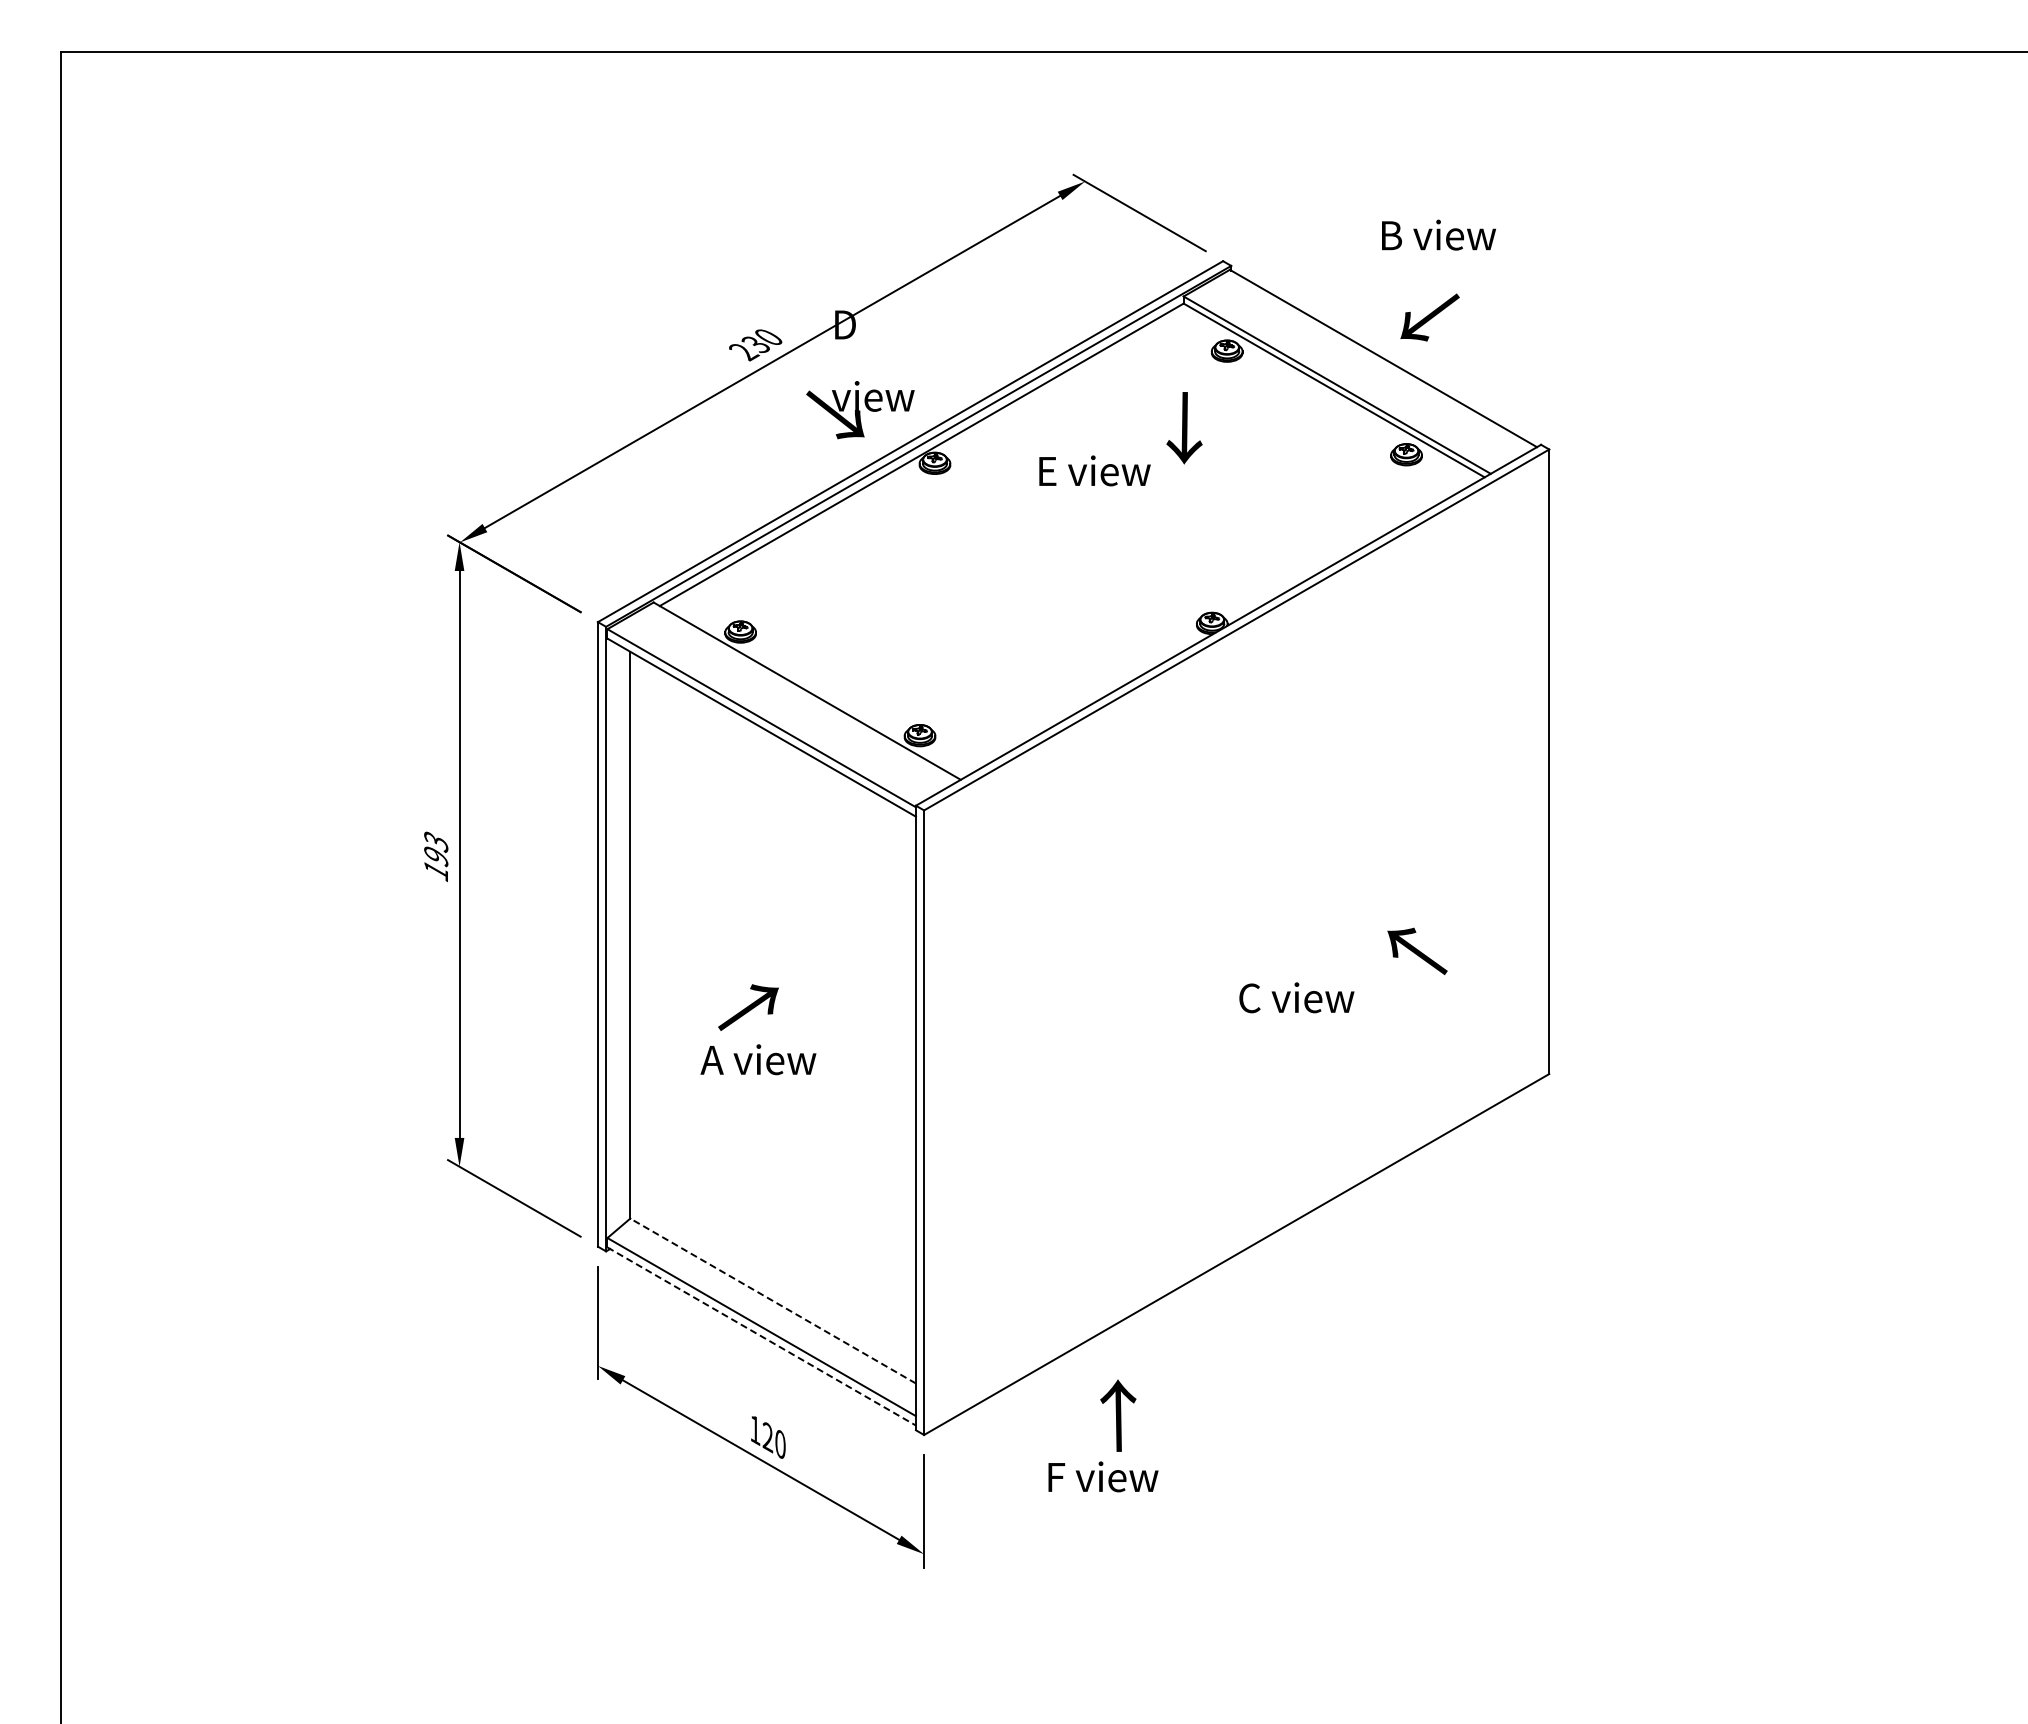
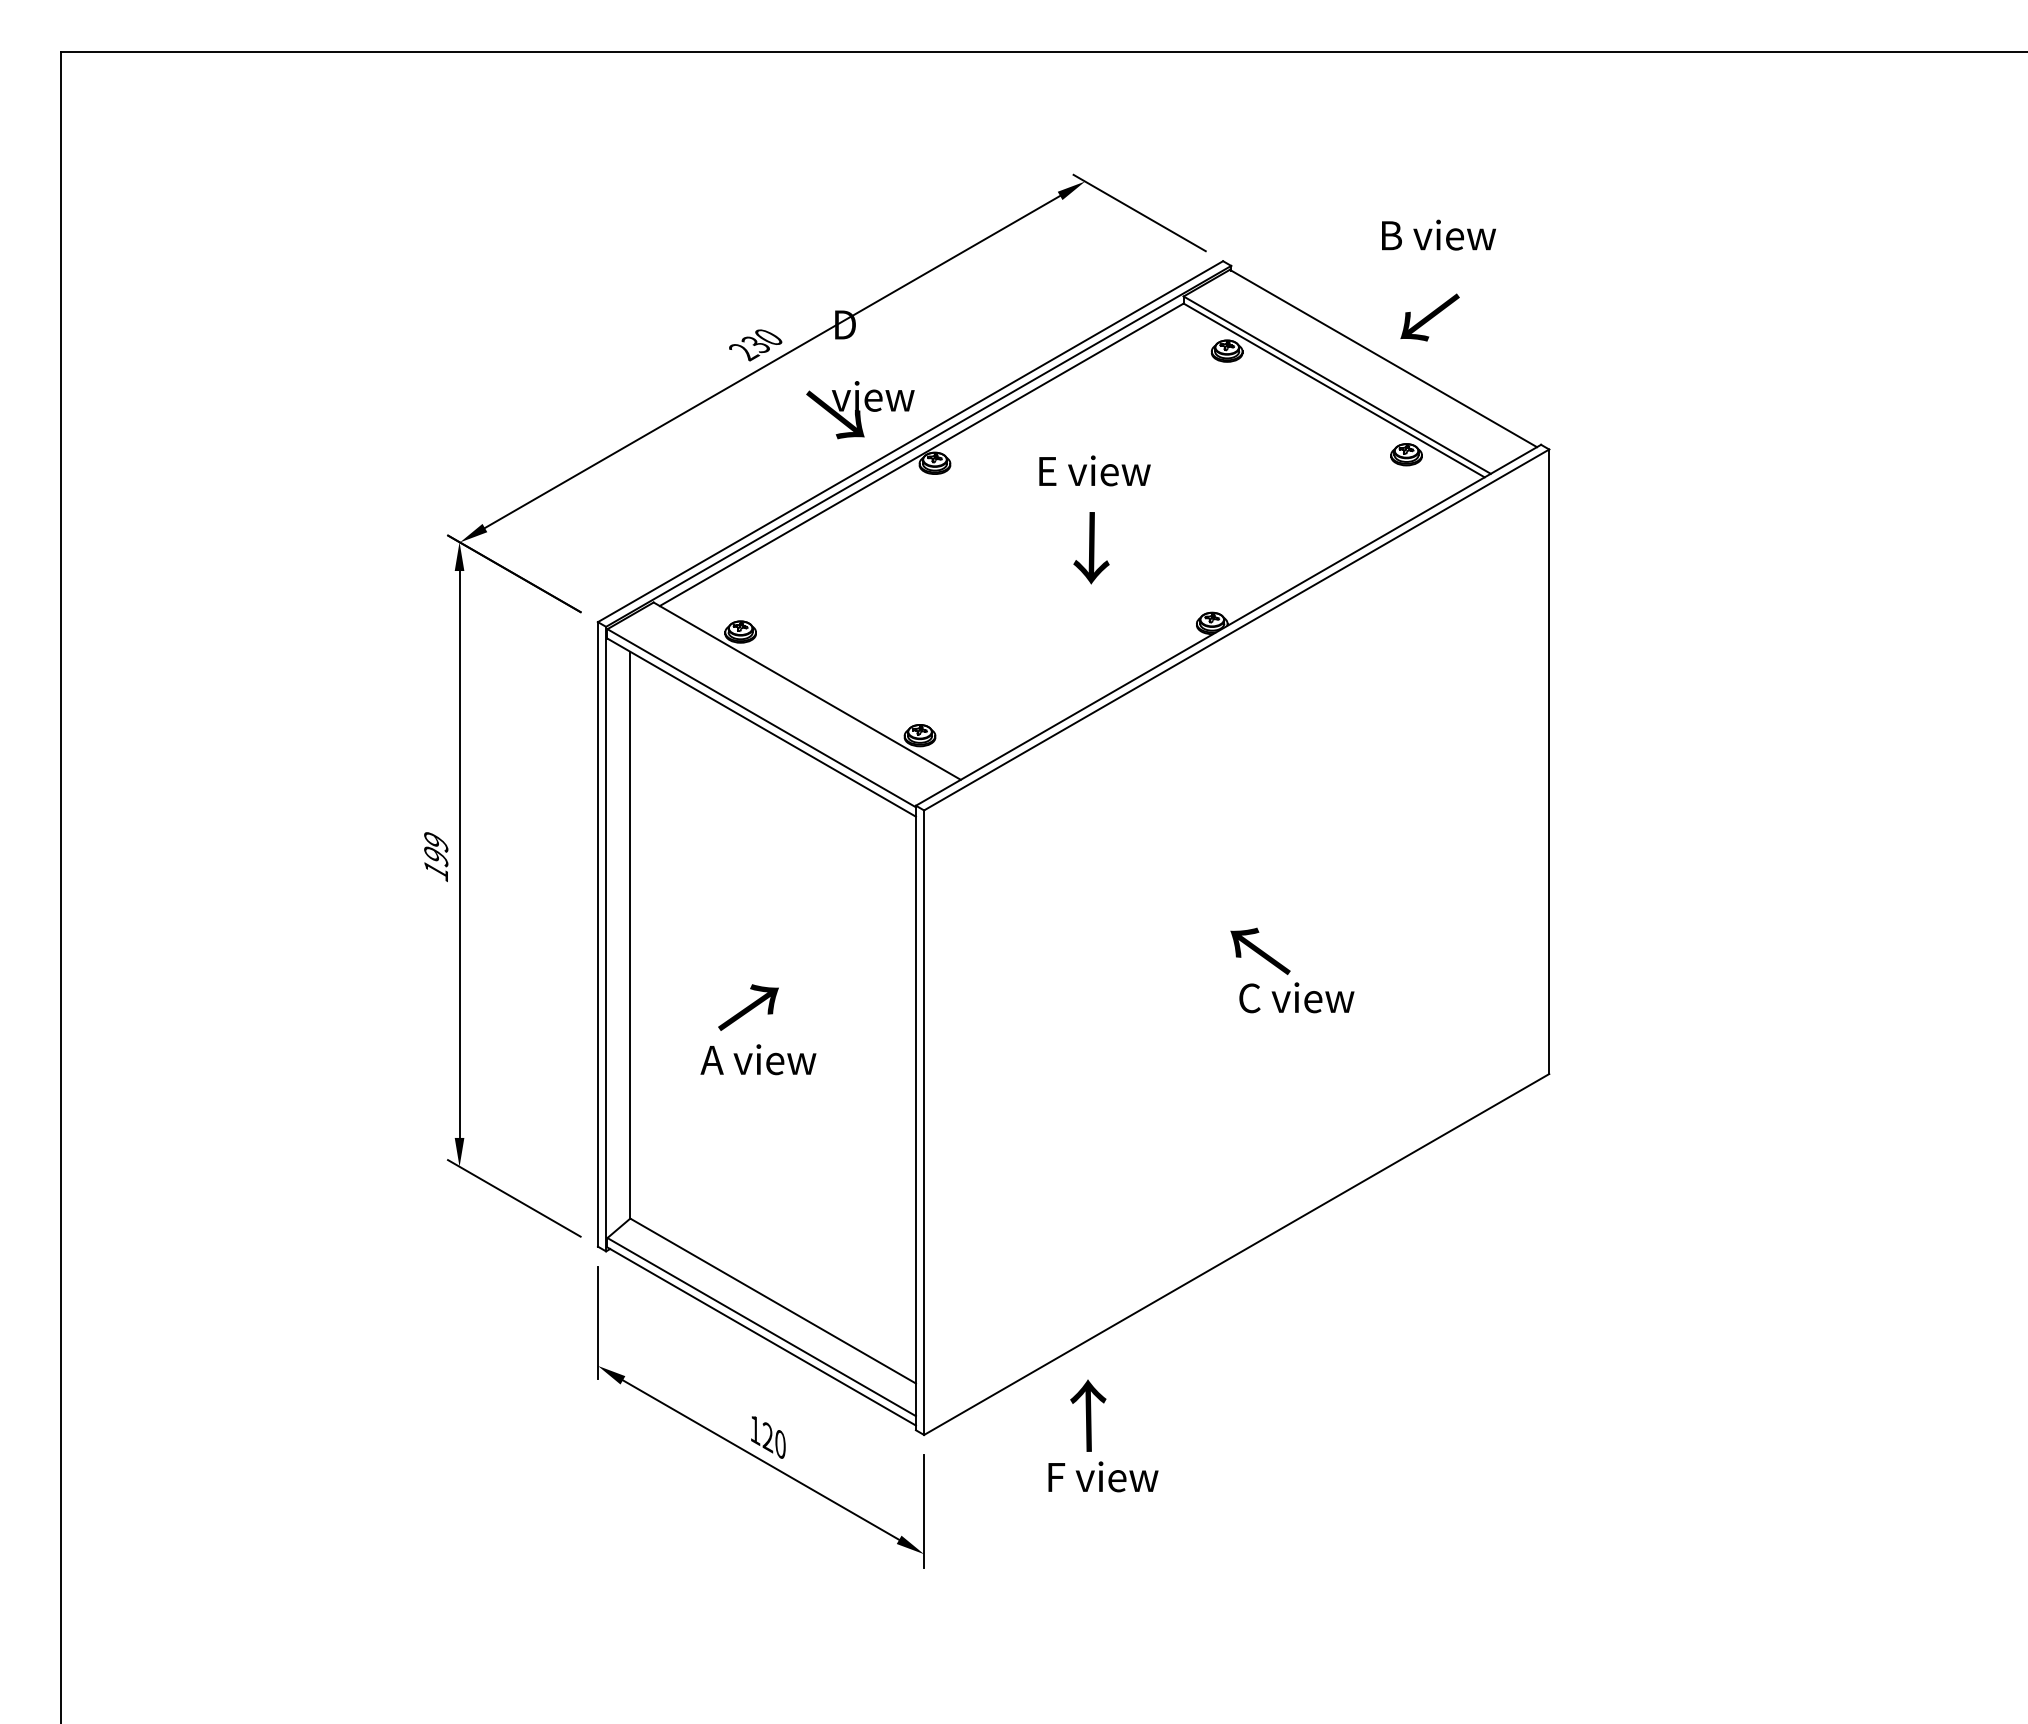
text at (1184, 428) position: (1184, 428) -> (1091, 548)
text at (436, 842): 193 -> 199
text at (1417, 950) position: (1417, 950) -> (1260, 950)
line at (773, 1301): dashed -> solid
line at (762, 1336): dashed -> solid
text at (1118, 1415) position: (1118, 1415) -> (1088, 1415)
